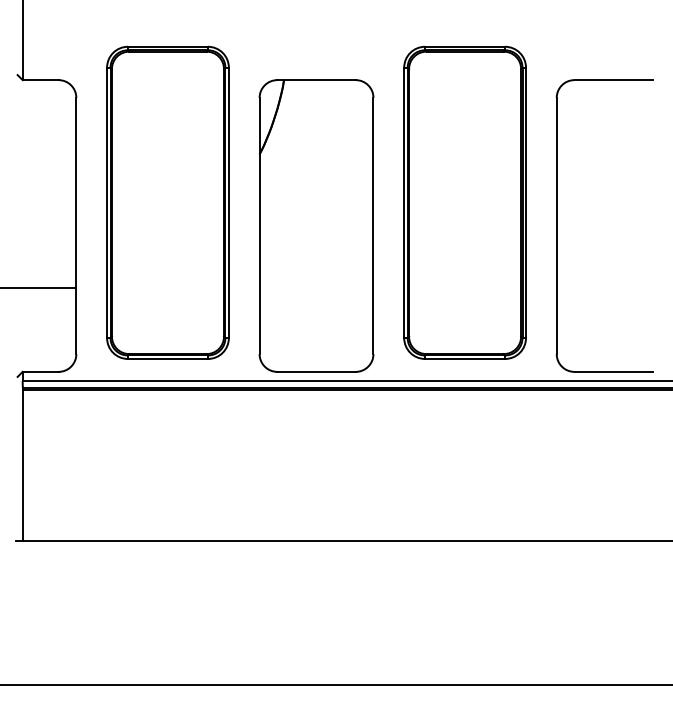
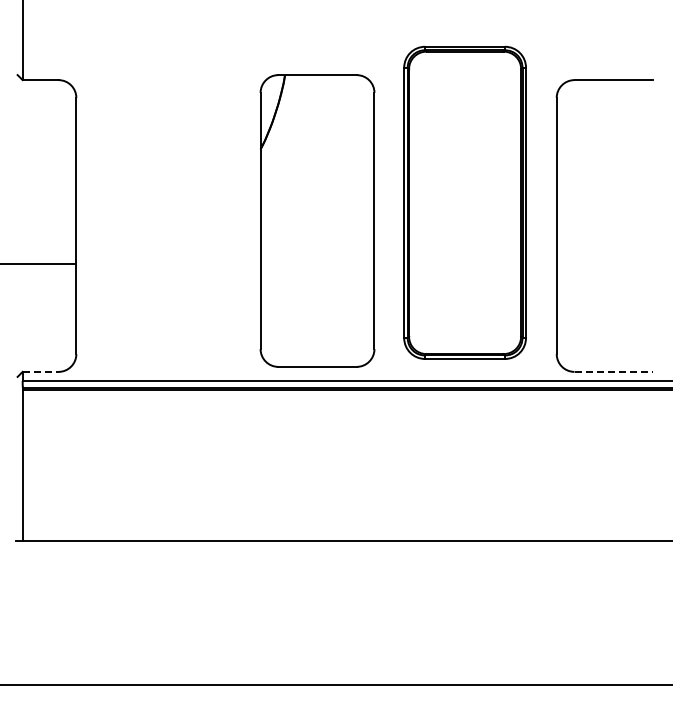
part at (167, 202): present -> none
part at (316, 225) position: (316, 225) -> (317, 220)
line at (39, 287) position: (39, 287) -> (39, 263)
line at (40, 371): solid -> dashed
line at (614, 371): solid -> dashed
